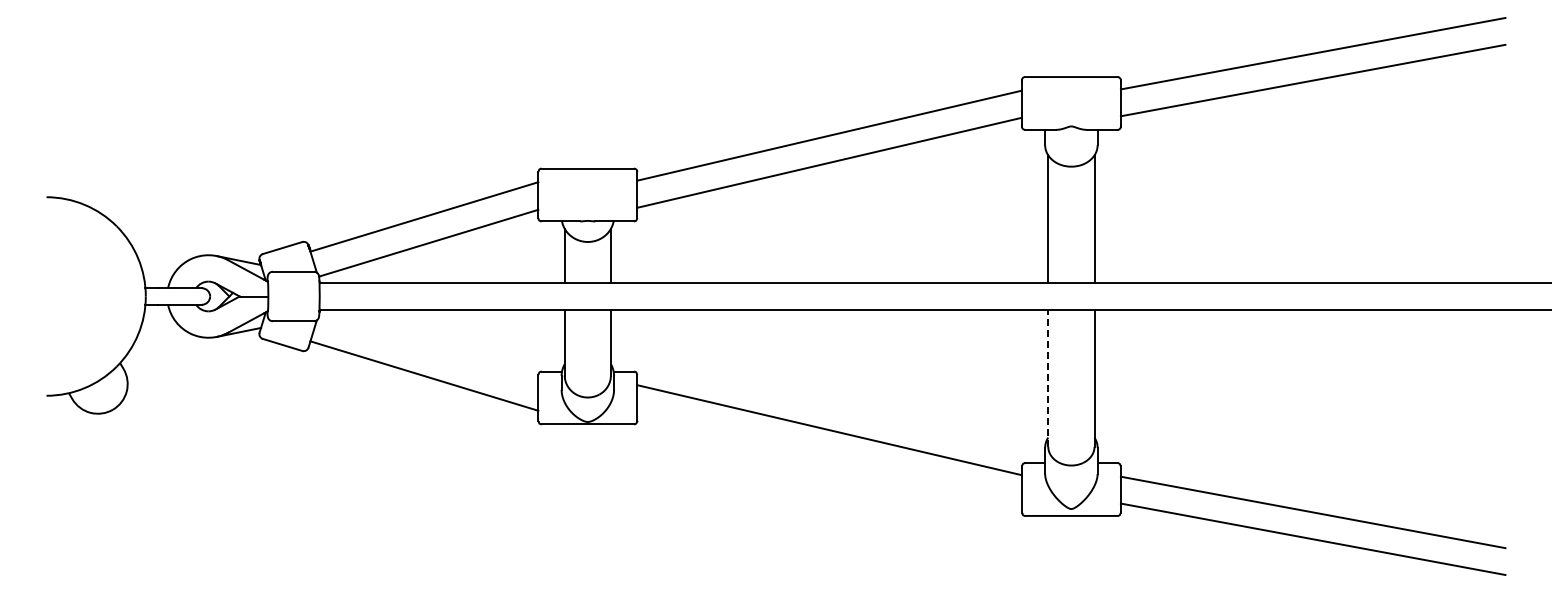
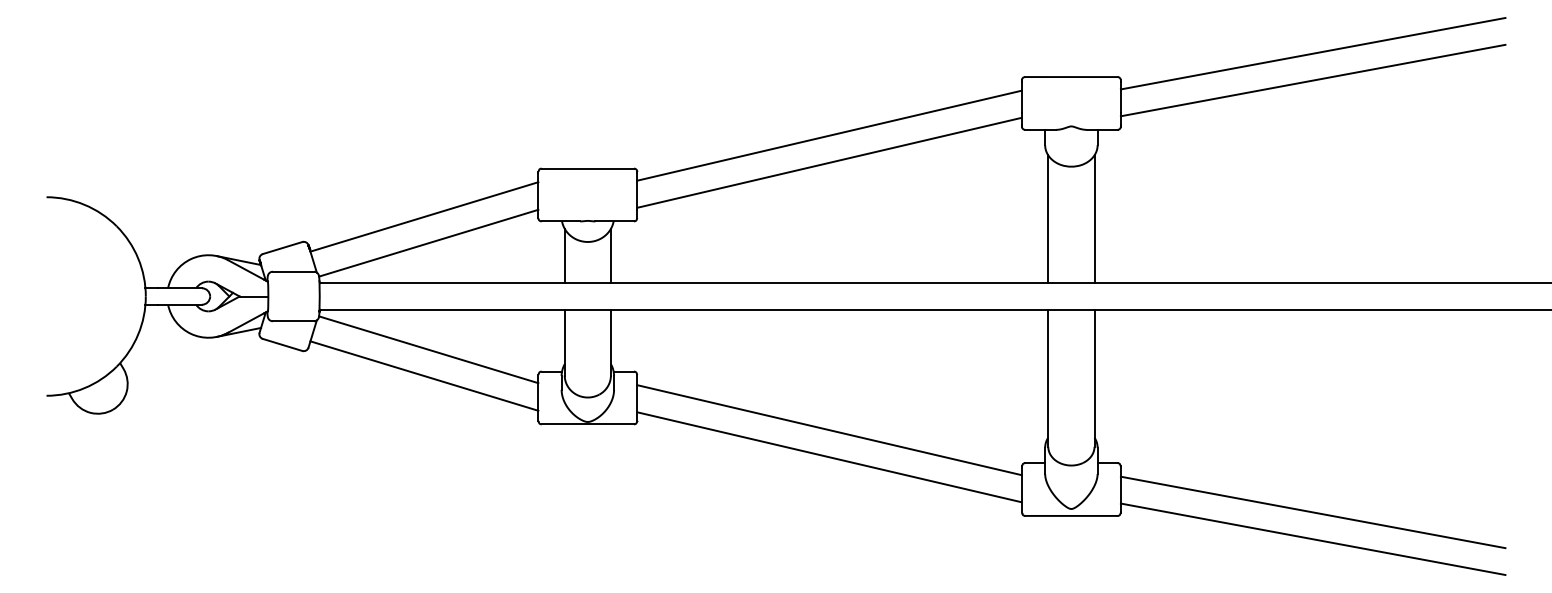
line at (428, 349): none -> present
line at (1048, 378): dashed -> solid
line at (829, 457): none -> present
